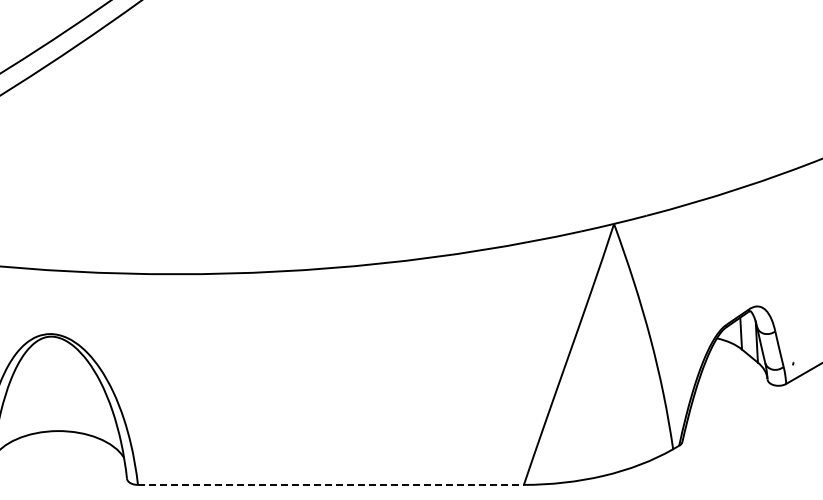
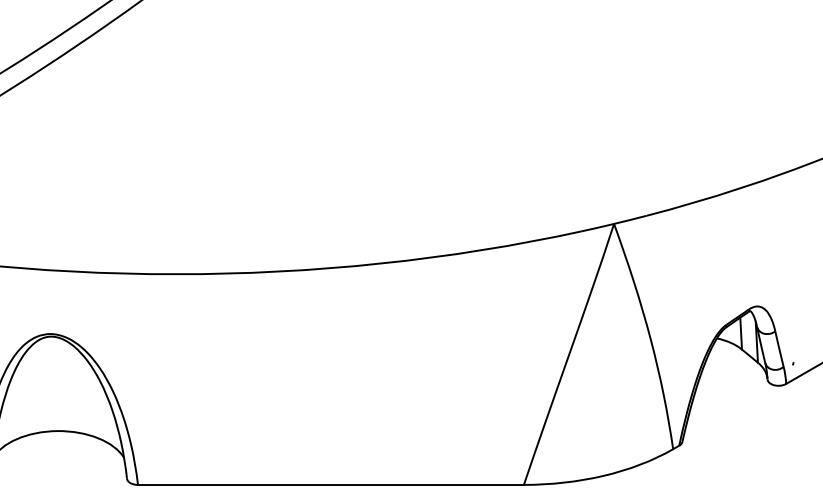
line at (330, 484): dashed -> solid
